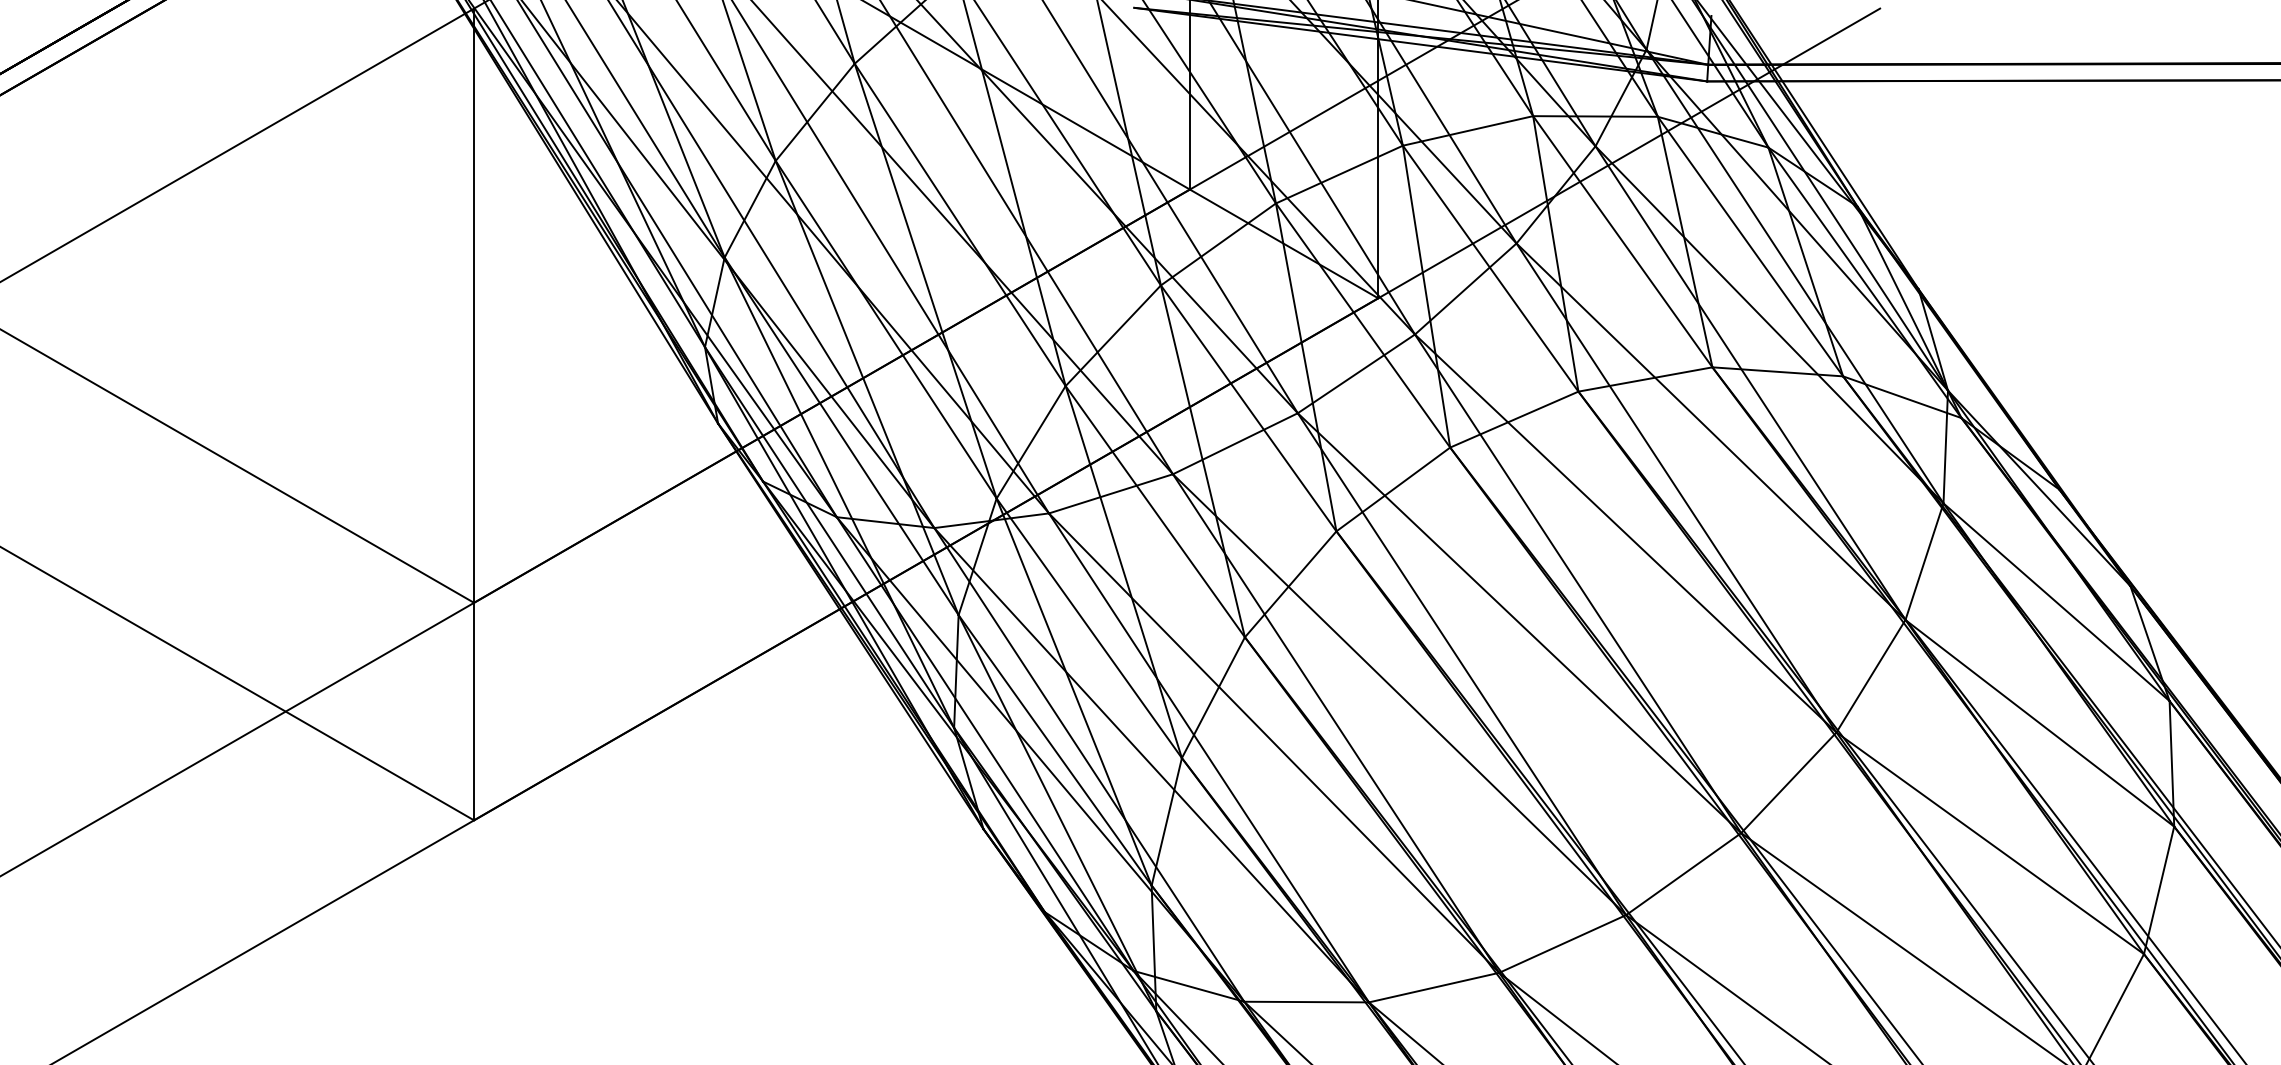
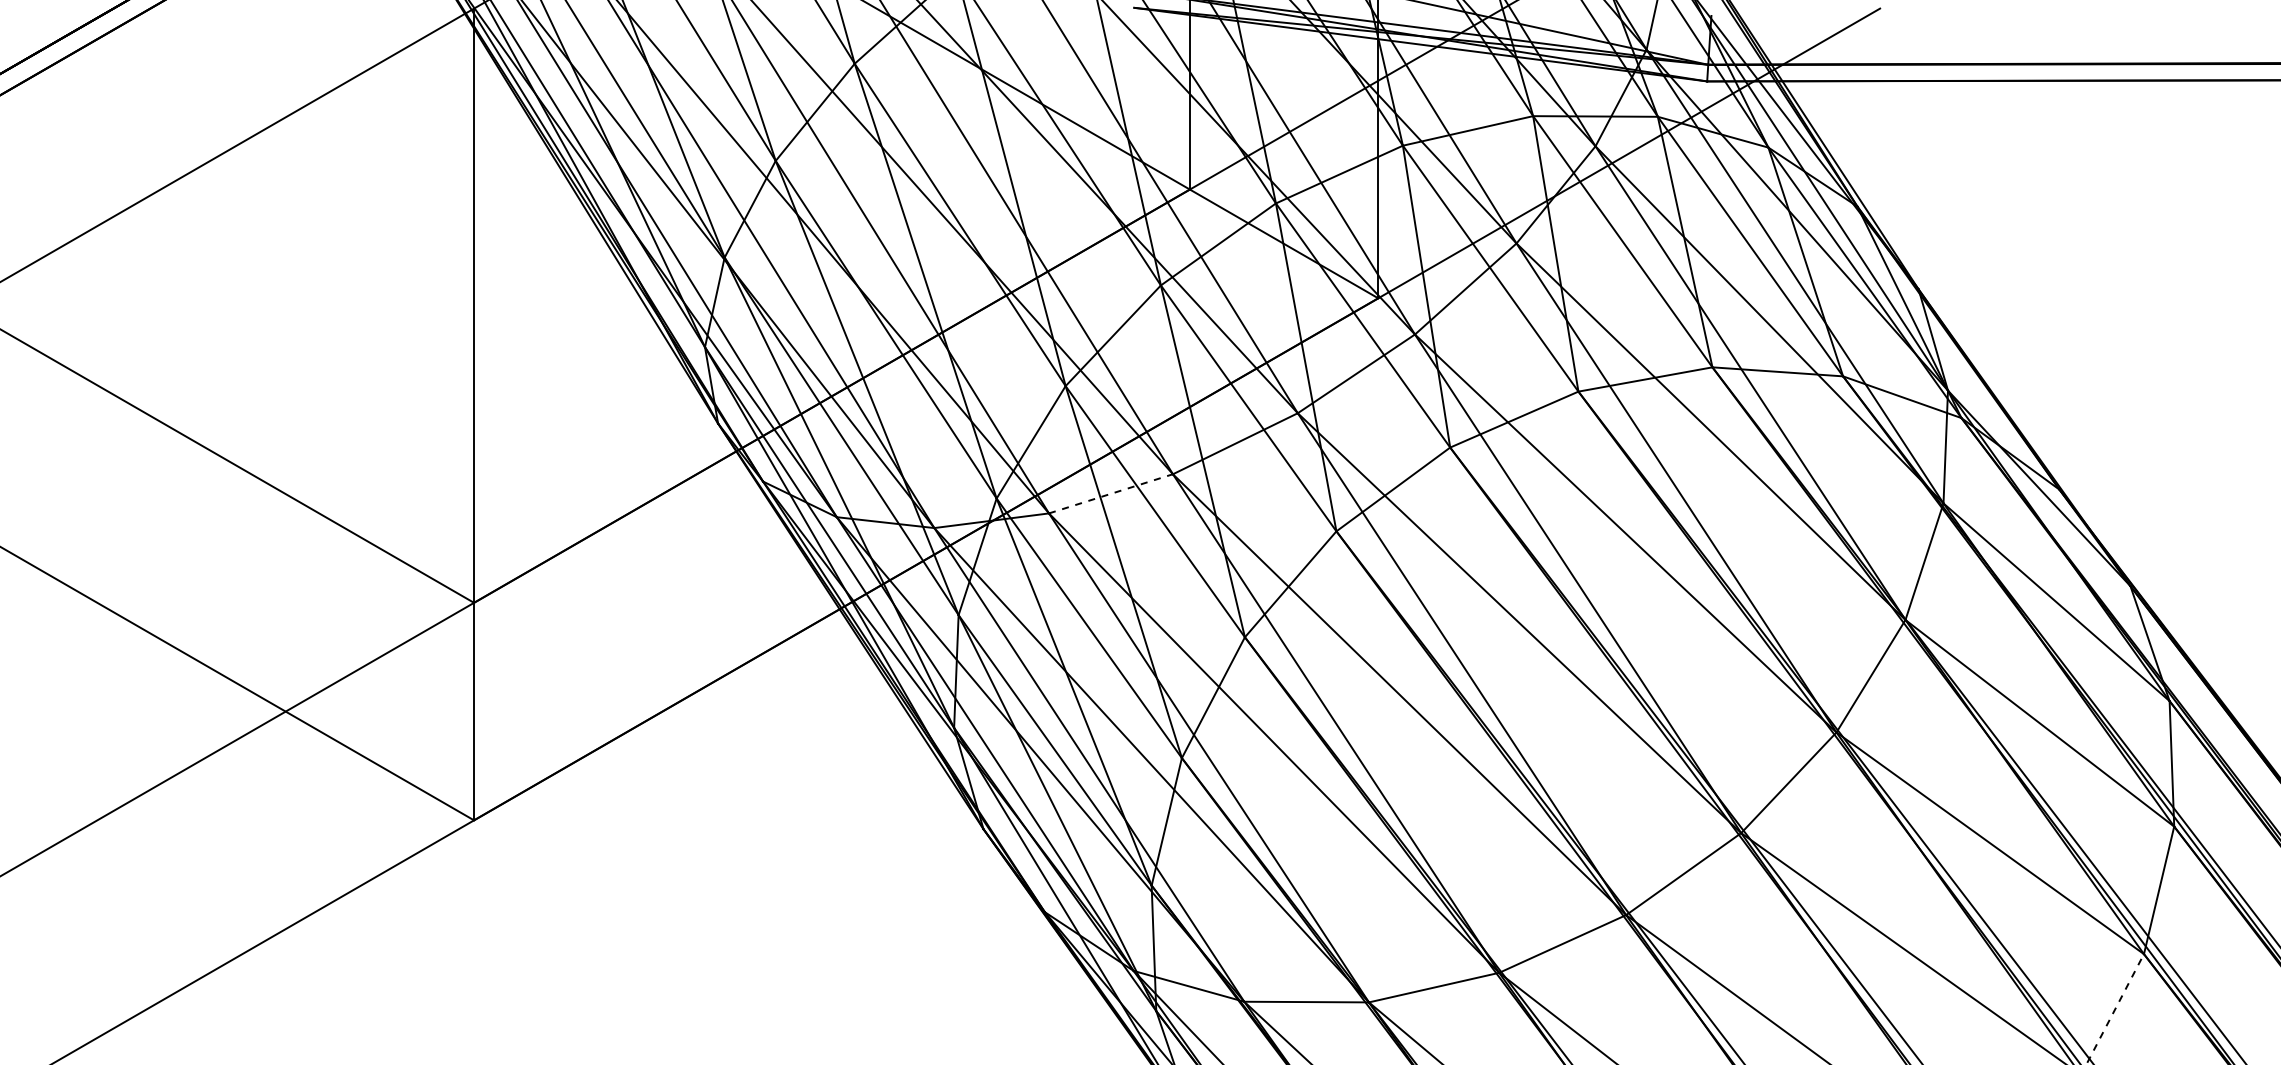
line at (1111, 493): solid -> dashed
line at (2115, 1008): solid -> dashed
